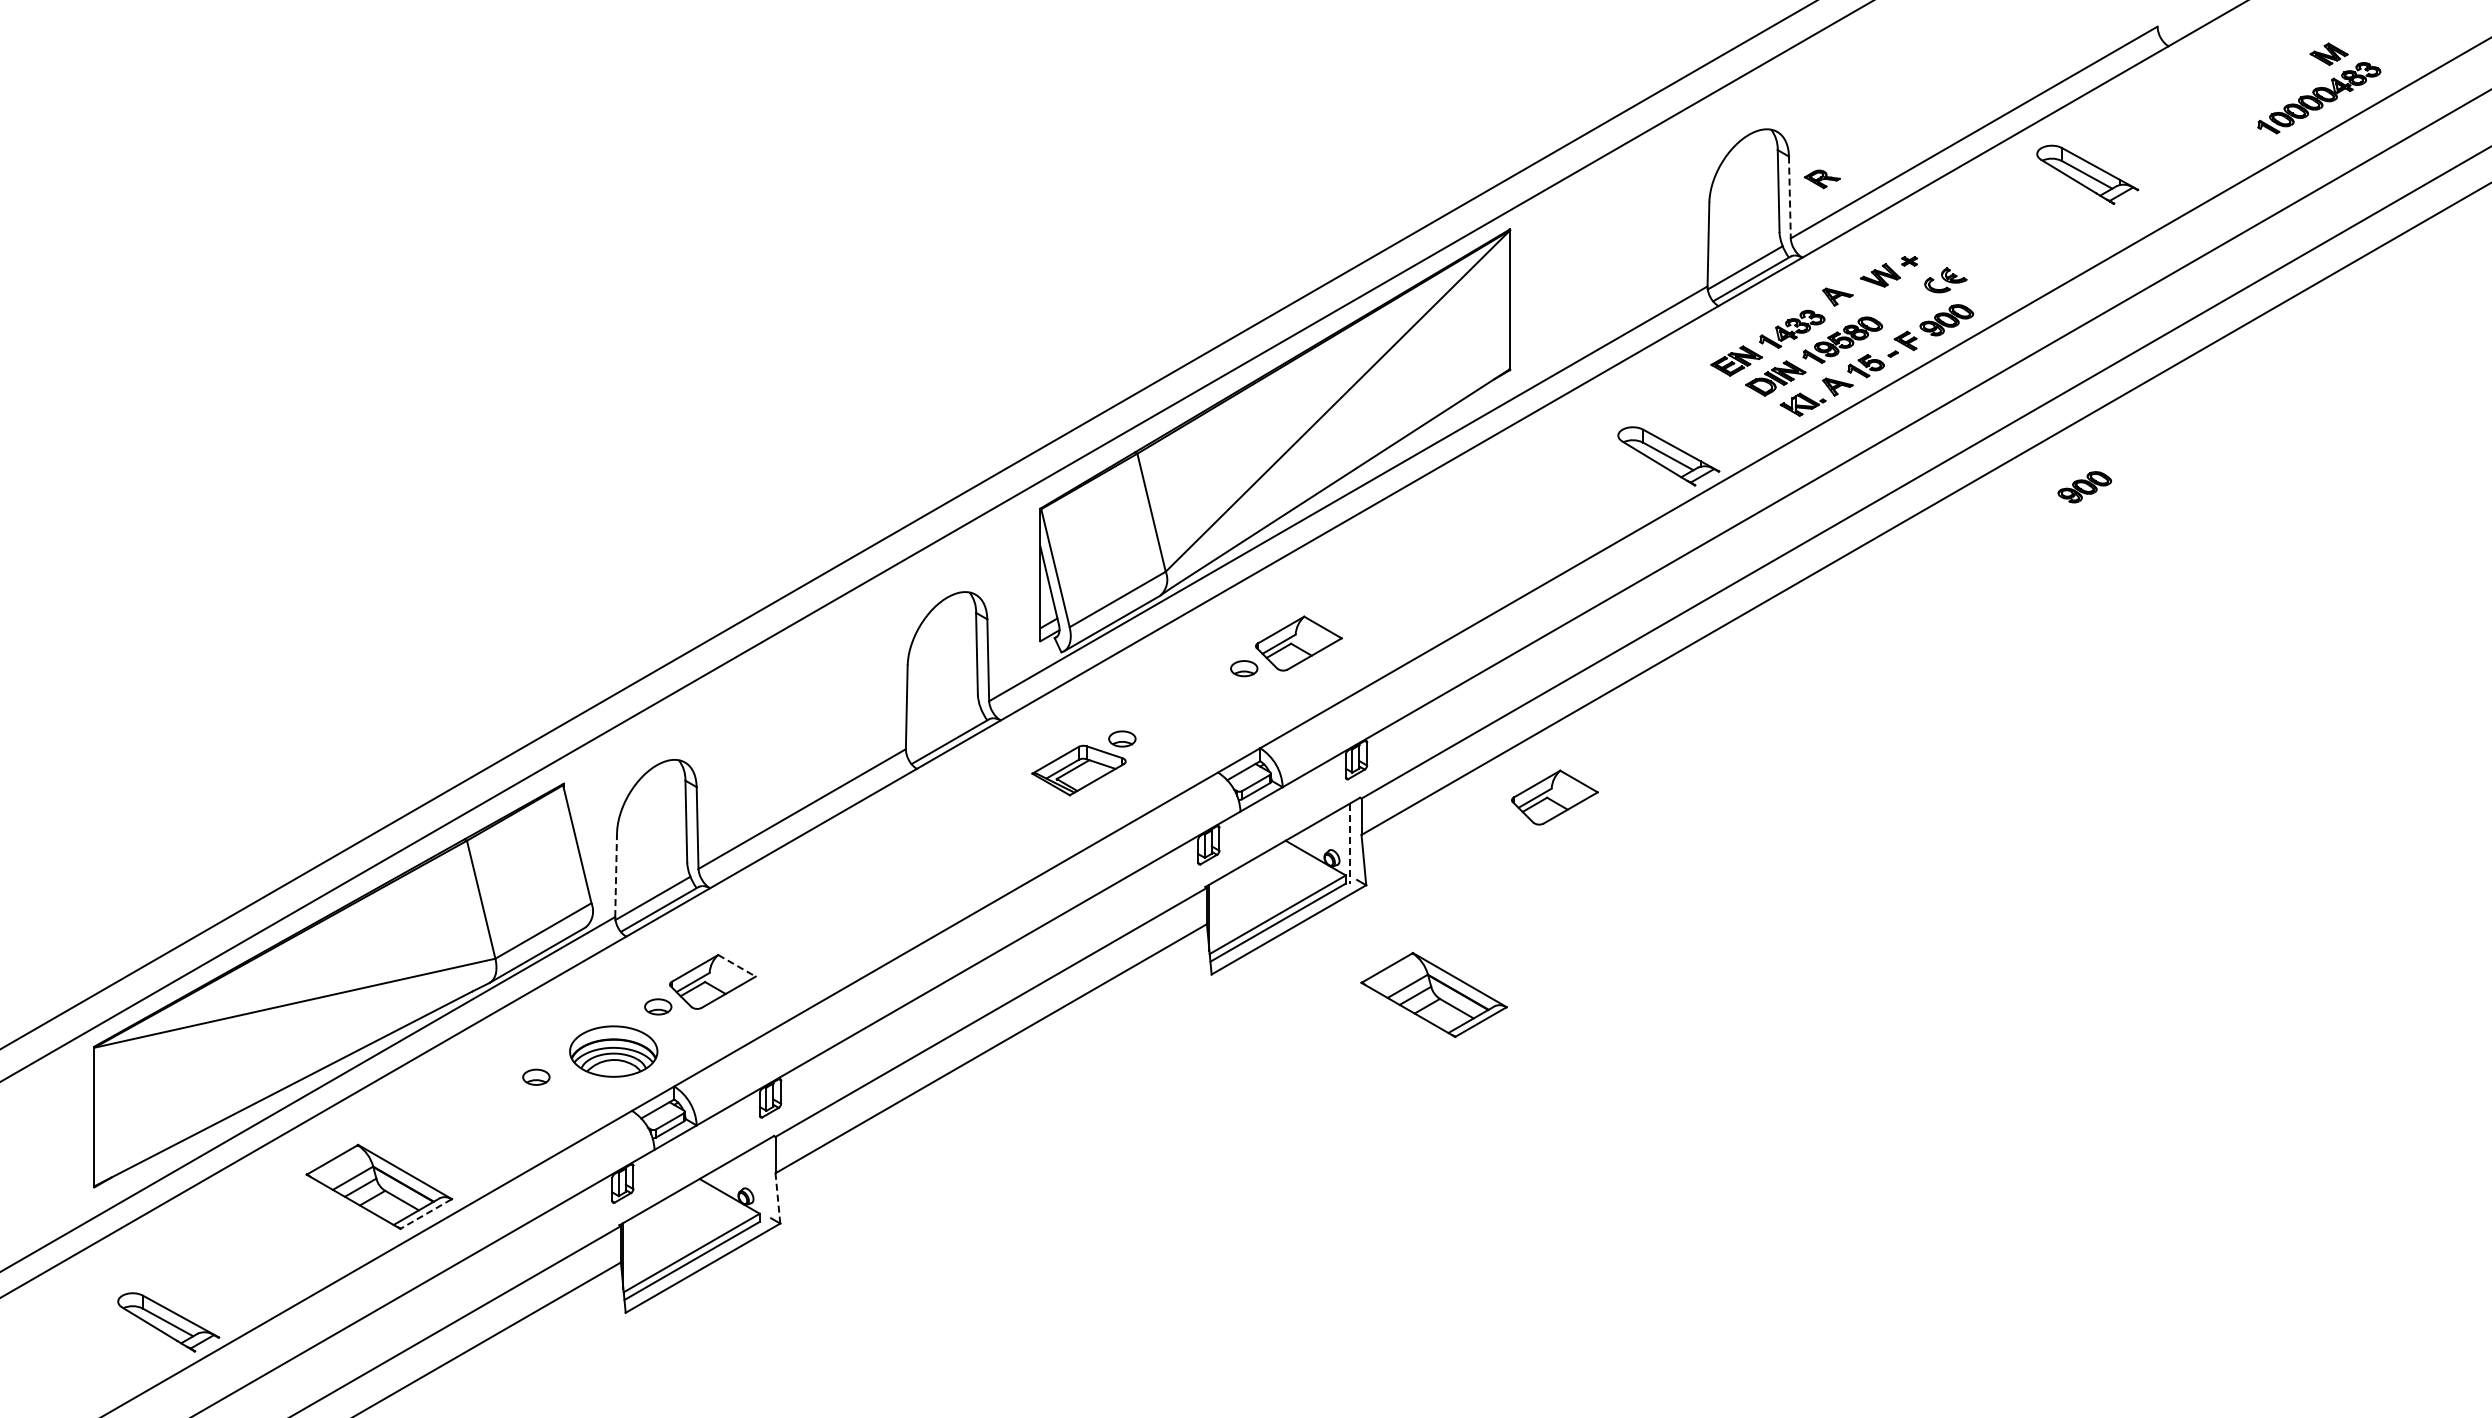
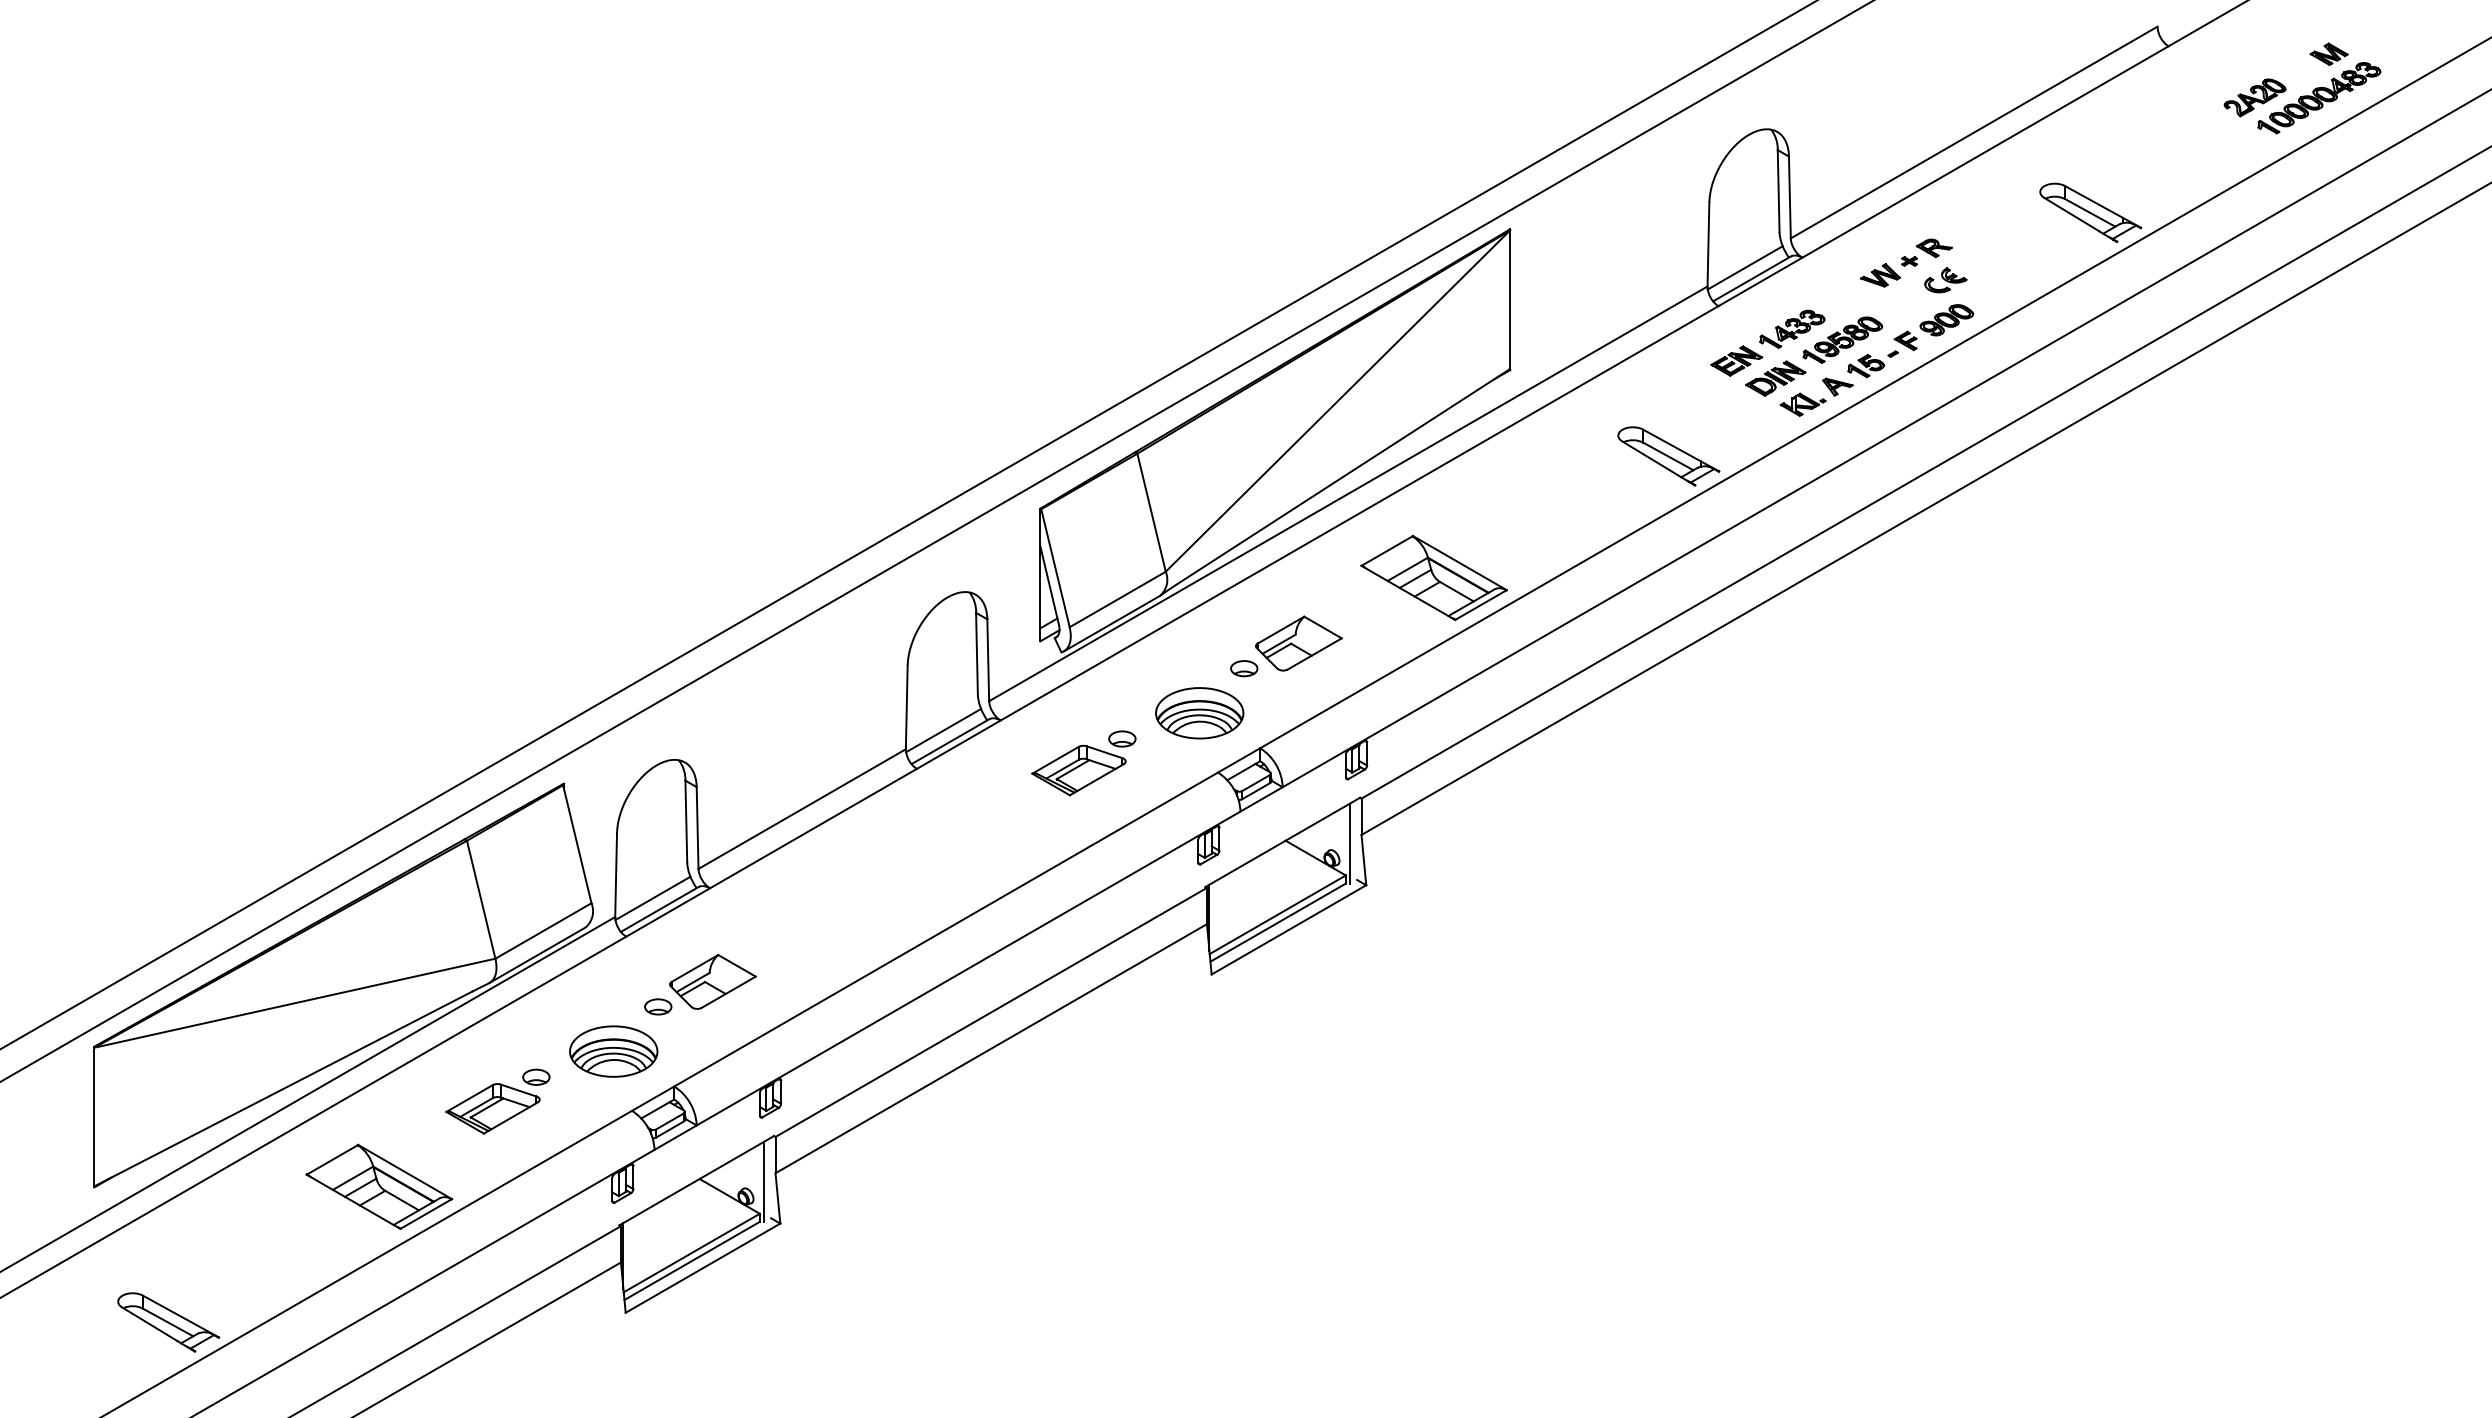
part at (2254, 97): none -> present
part at (2087, 174) position: (2087, 174) -> (2090, 212)
part at (1822, 179) position: (1822, 179) -> (1934, 248)
line at (1789, 197): dashed -> solid
part at (1837, 296): present -> none
part at (2084, 487): present -> none
part at (1199, 713): none -> present
line at (943, 730): none -> present
part at (1554, 797): present -> none
line at (1350, 844): dashed -> solid
line at (616, 875): dashed -> solid
line at (737, 965): dashed -> solid
part at (1433, 994) position: (1433, 994) -> (1433, 577)
part at (492, 1108): none -> present
line at (764, 1181): none -> present
line at (777, 1197): dashed -> solid
line at (425, 1214): dashed -> solid
